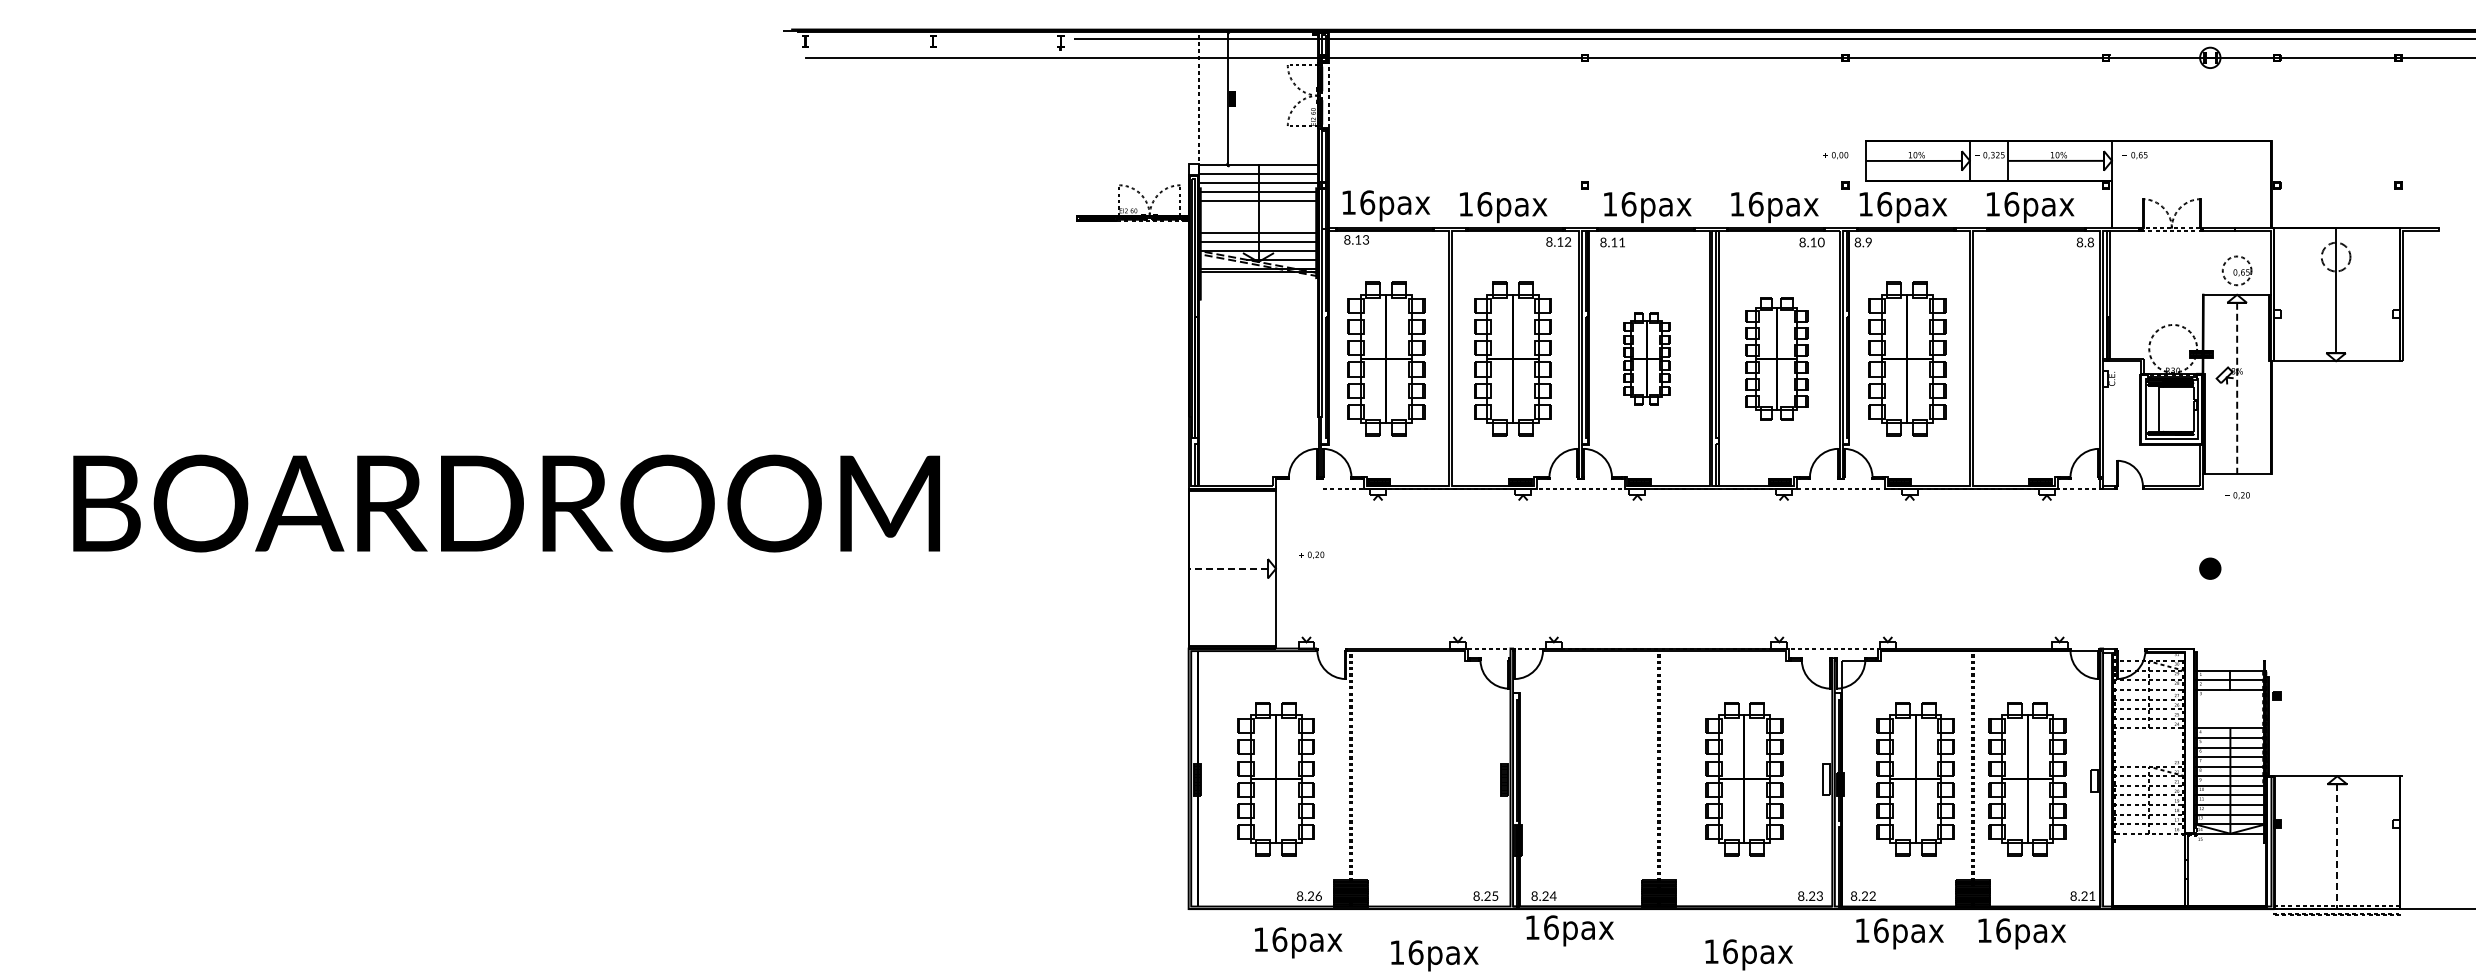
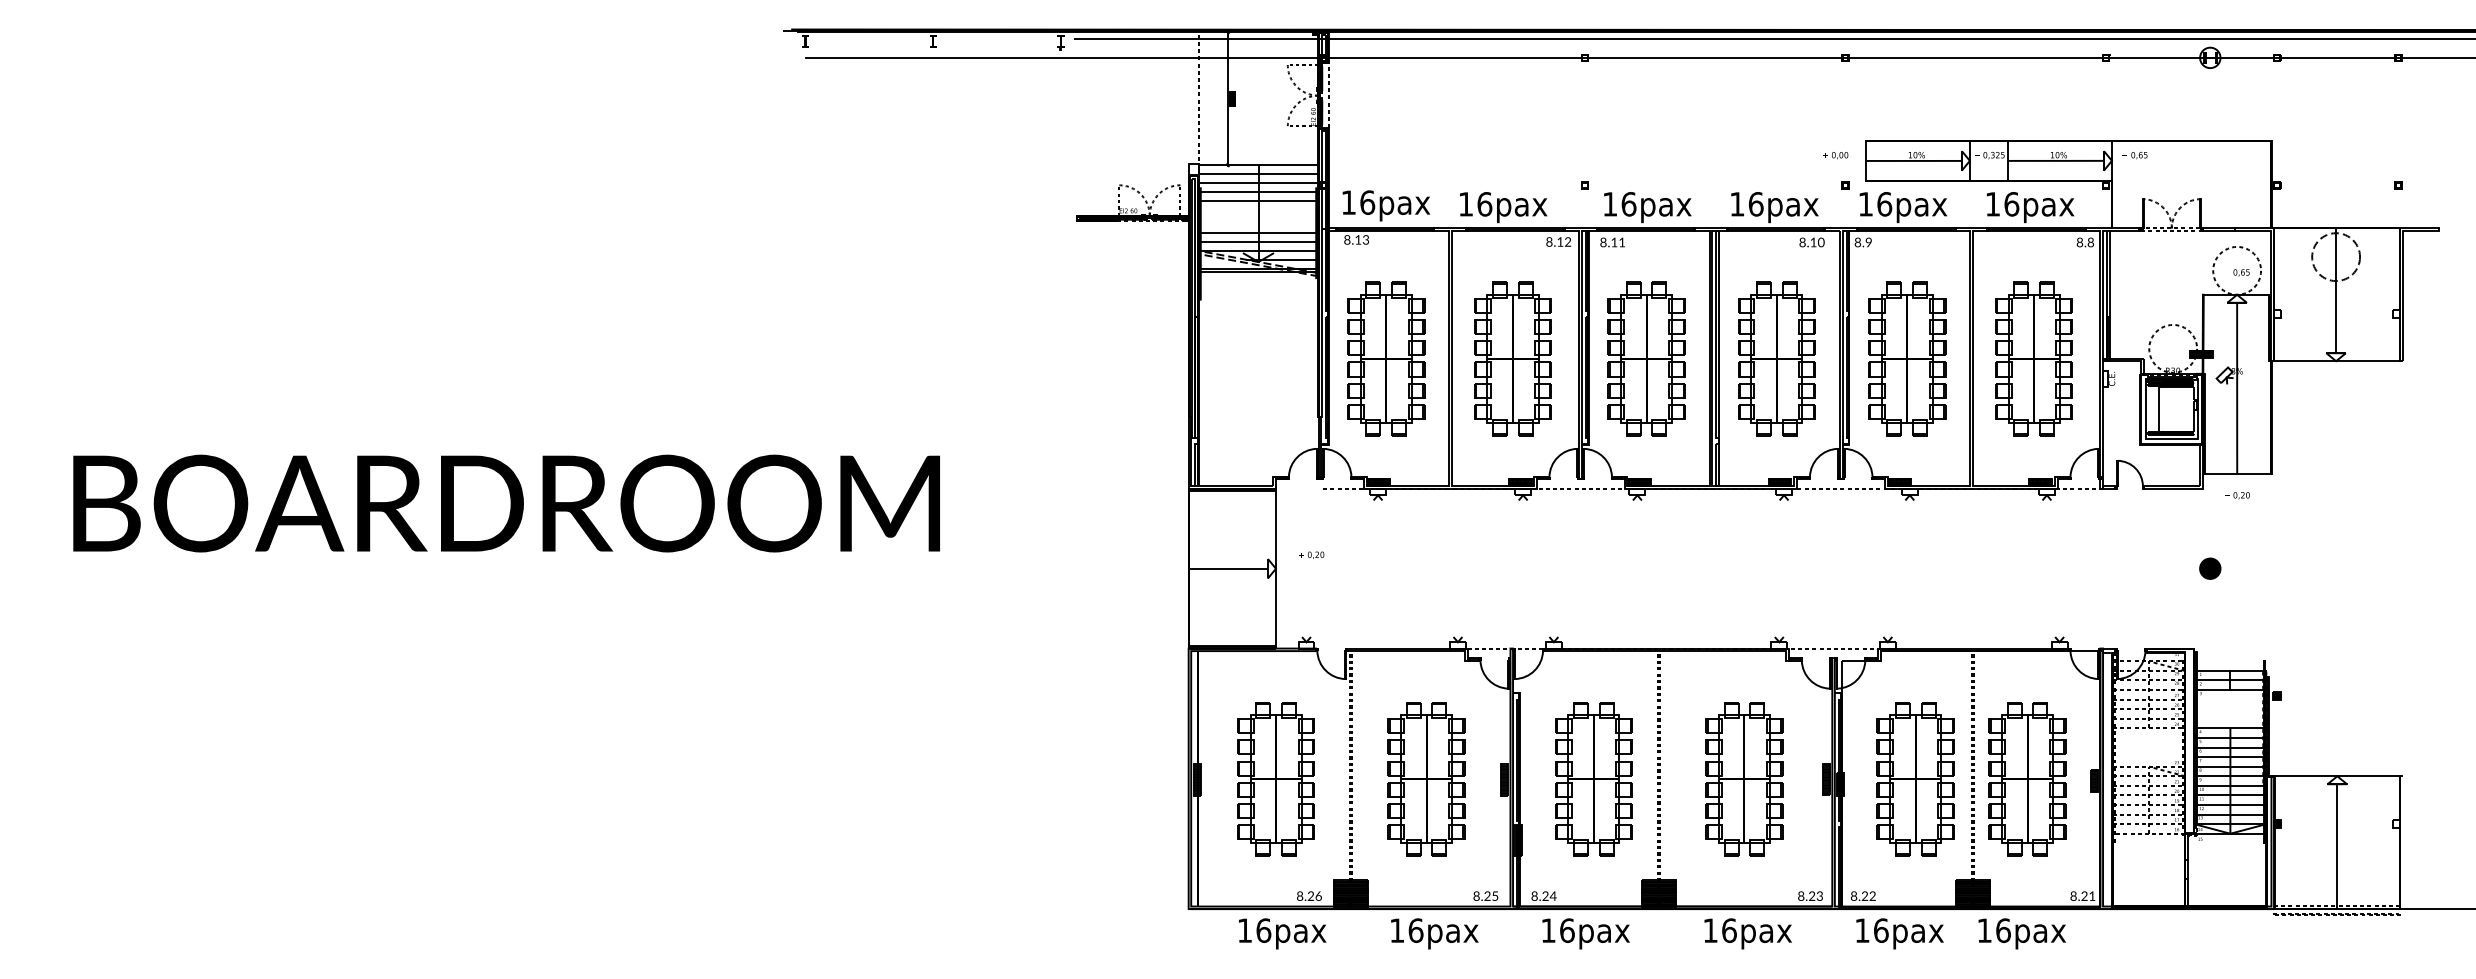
circle at (2335, 256) diameter: 29 px -> 48 px
circle at (2236, 270) diameter: 29 px -> 48 px
part at (1646, 358) size: 48x94 px -> 79x156 px
part at (1776, 358) size: 64x124 px -> 78x156 px
part at (2033, 358): none -> present
line at (2237, 388): dashed -> solid
line at (1228, 568): dashed -> solid
part at (1426, 779): none -> present
part at (1593, 779): none -> present
hatch at (1826, 779): none -> present
hatch at (2094, 780): none -> present
line at (2337, 847): dashed -> solid
text at (1569, 930) position: (1569, 930) -> (1585, 933)
text at (1298, 942) position: (1298, 942) -> (1282, 933)
text at (1748, 954) position: (1748, 954) -> (1747, 933)
text at (1434, 955) position: (1434, 955) -> (1434, 933)
